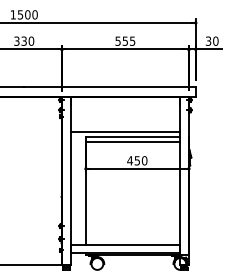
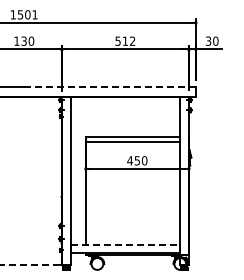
text at (34, 14): 1500 -> 1501
text at (16, 40): 330 -> 130
text at (128, 40): 555 -> 512
line at (109, 86): solid -> dashed
line at (125, 131): present -> none
line at (125, 245): solid -> dashed
line at (30, 265): solid -> dashed
